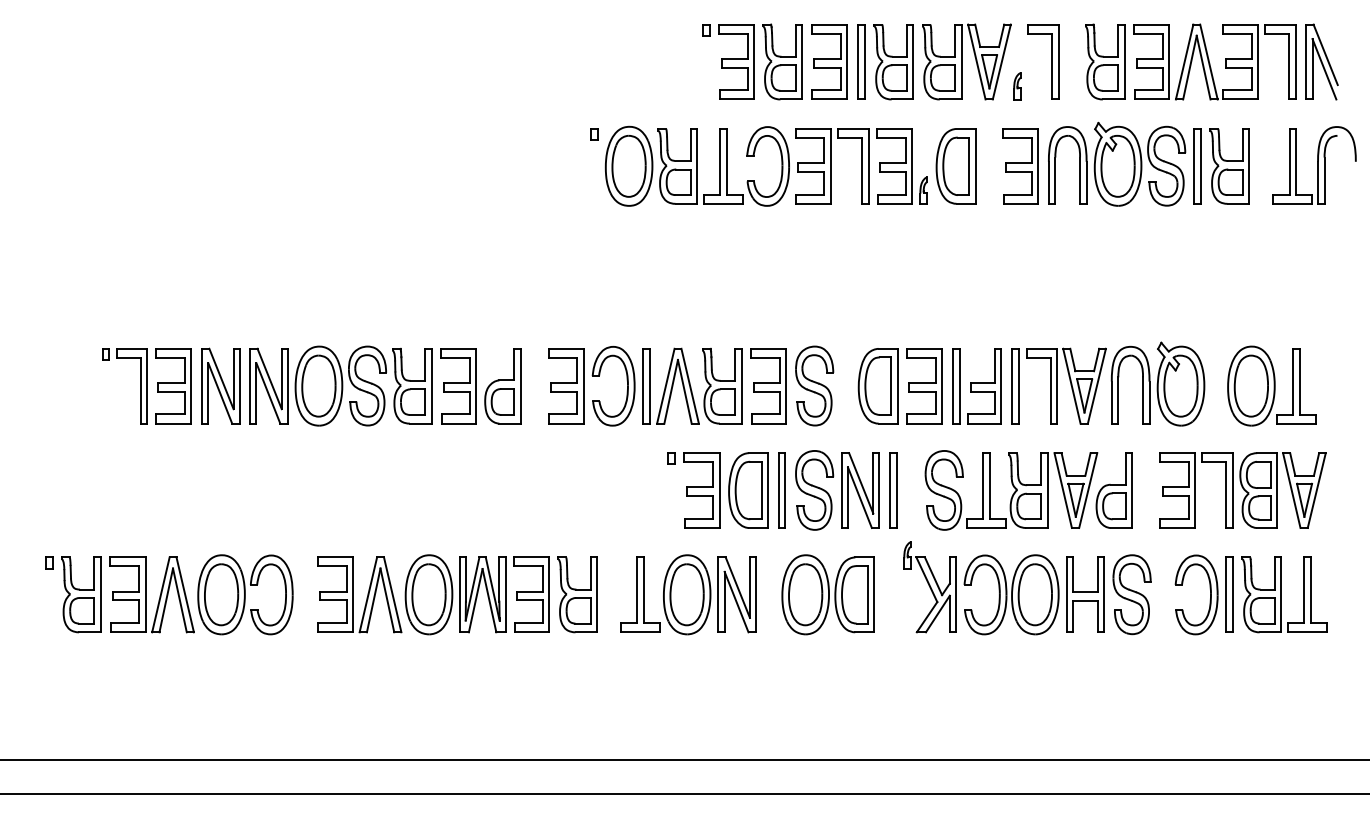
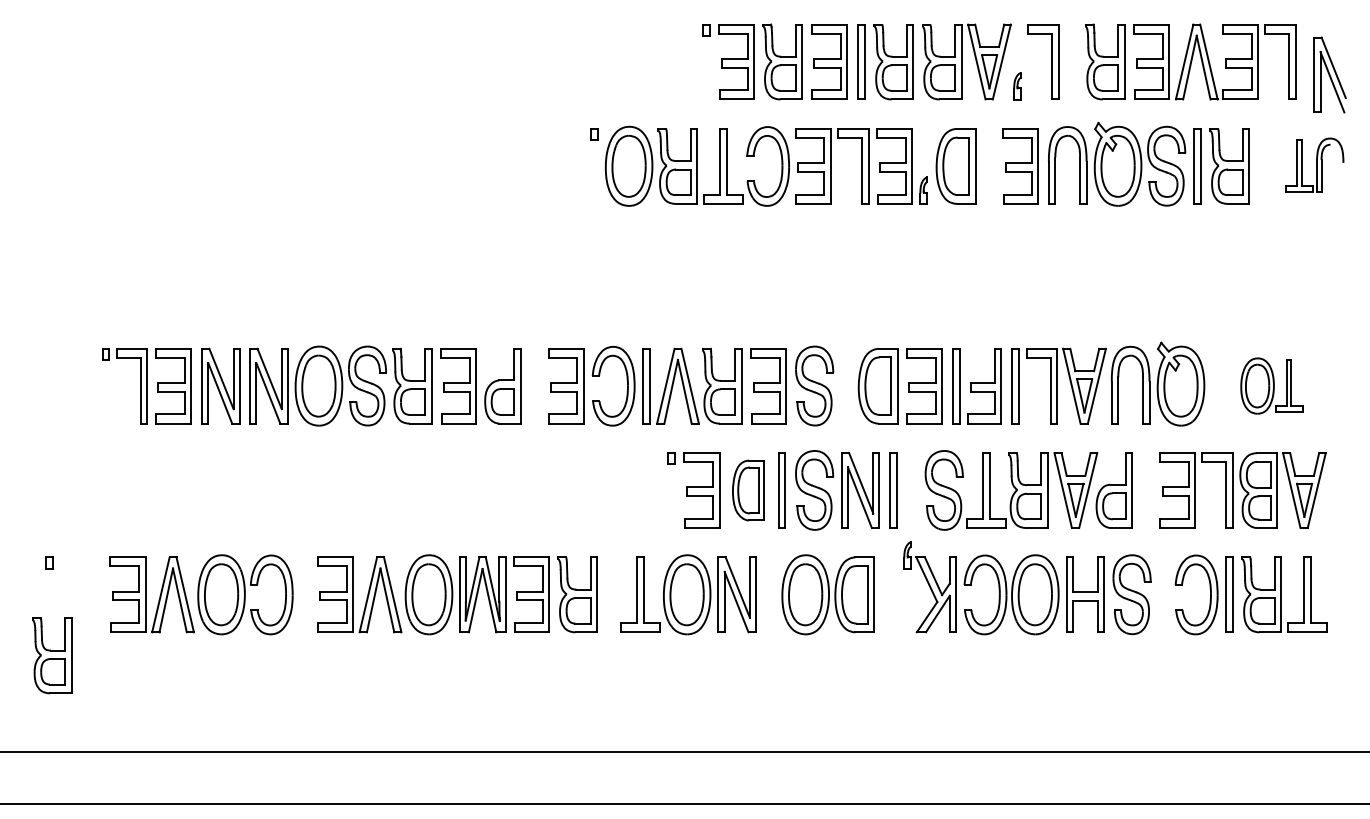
part at (1321, 61) position: (1321, 61) -> (1329, 74)
part at (1314, 165) size: 85x79 px -> 60x56 px
part at (1271, 385) size: 90x82 px -> 64x58 px
part at (748, 490) size: 41x77 px -> 33x63 px
part at (81, 594) position: (81, 594) -> (52, 655)
line at (684, 760) position: (684, 760) -> (684, 752)
line at (684, 794) position: (684, 794) -> (684, 804)
